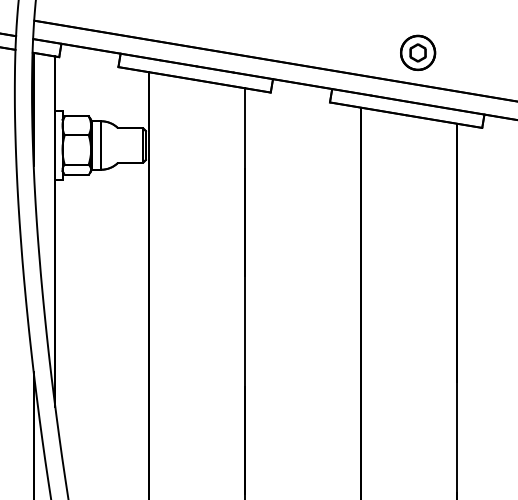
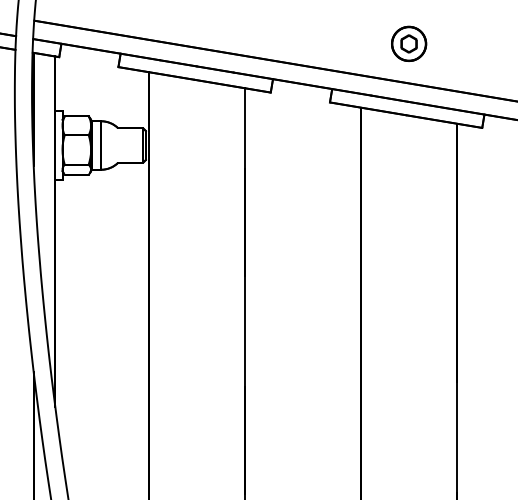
part at (418, 52) position: (418, 52) -> (409, 43)
